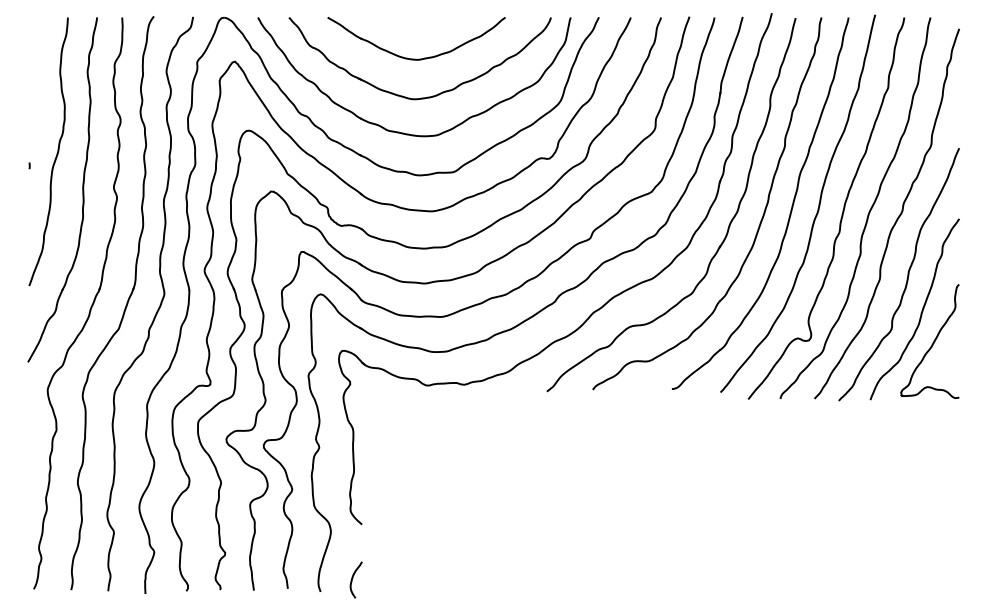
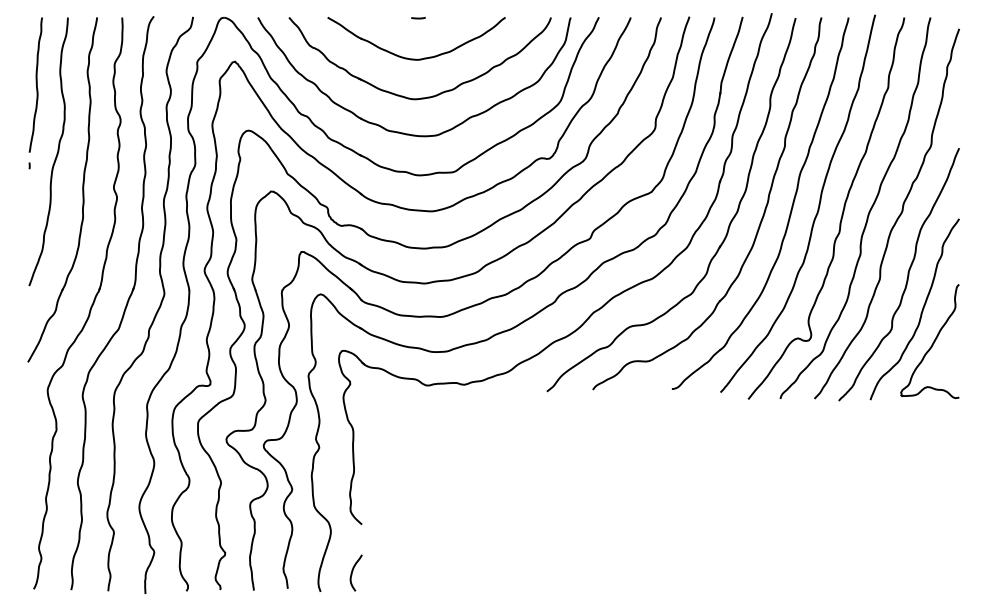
line at (418, 18): none -> present
curve at (35, 84): none -> present
curve at (353, 578) position: (353, 578) -> (353, 571)
